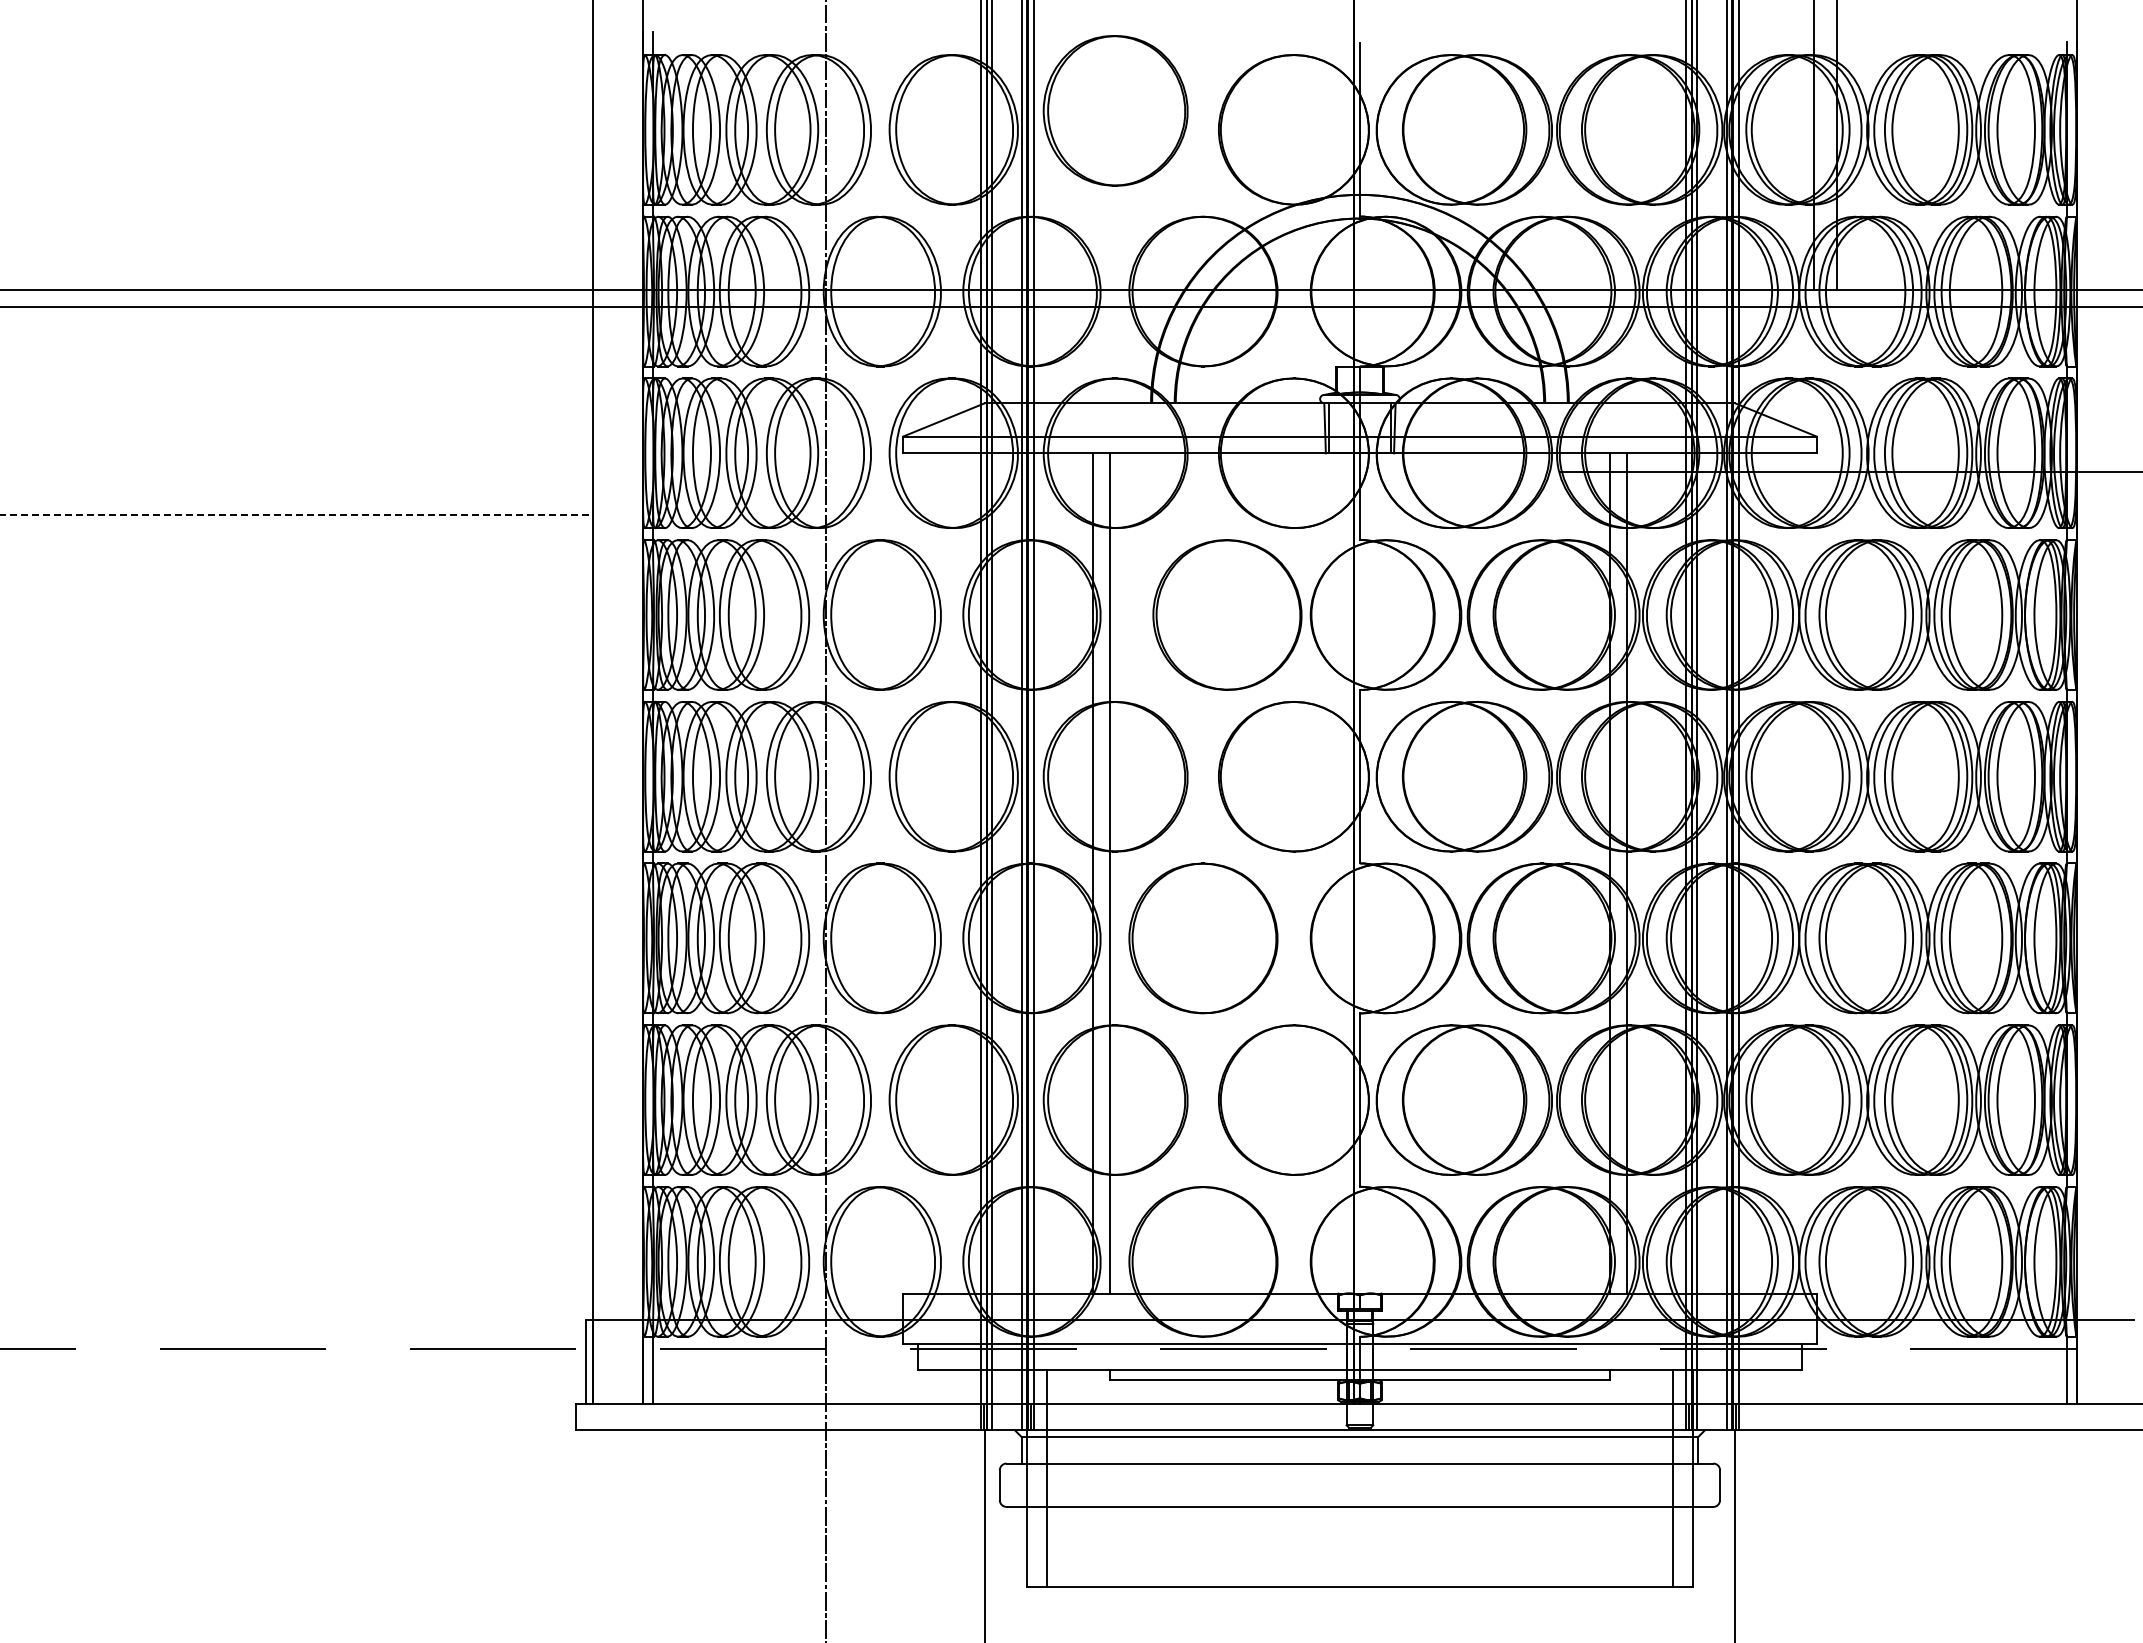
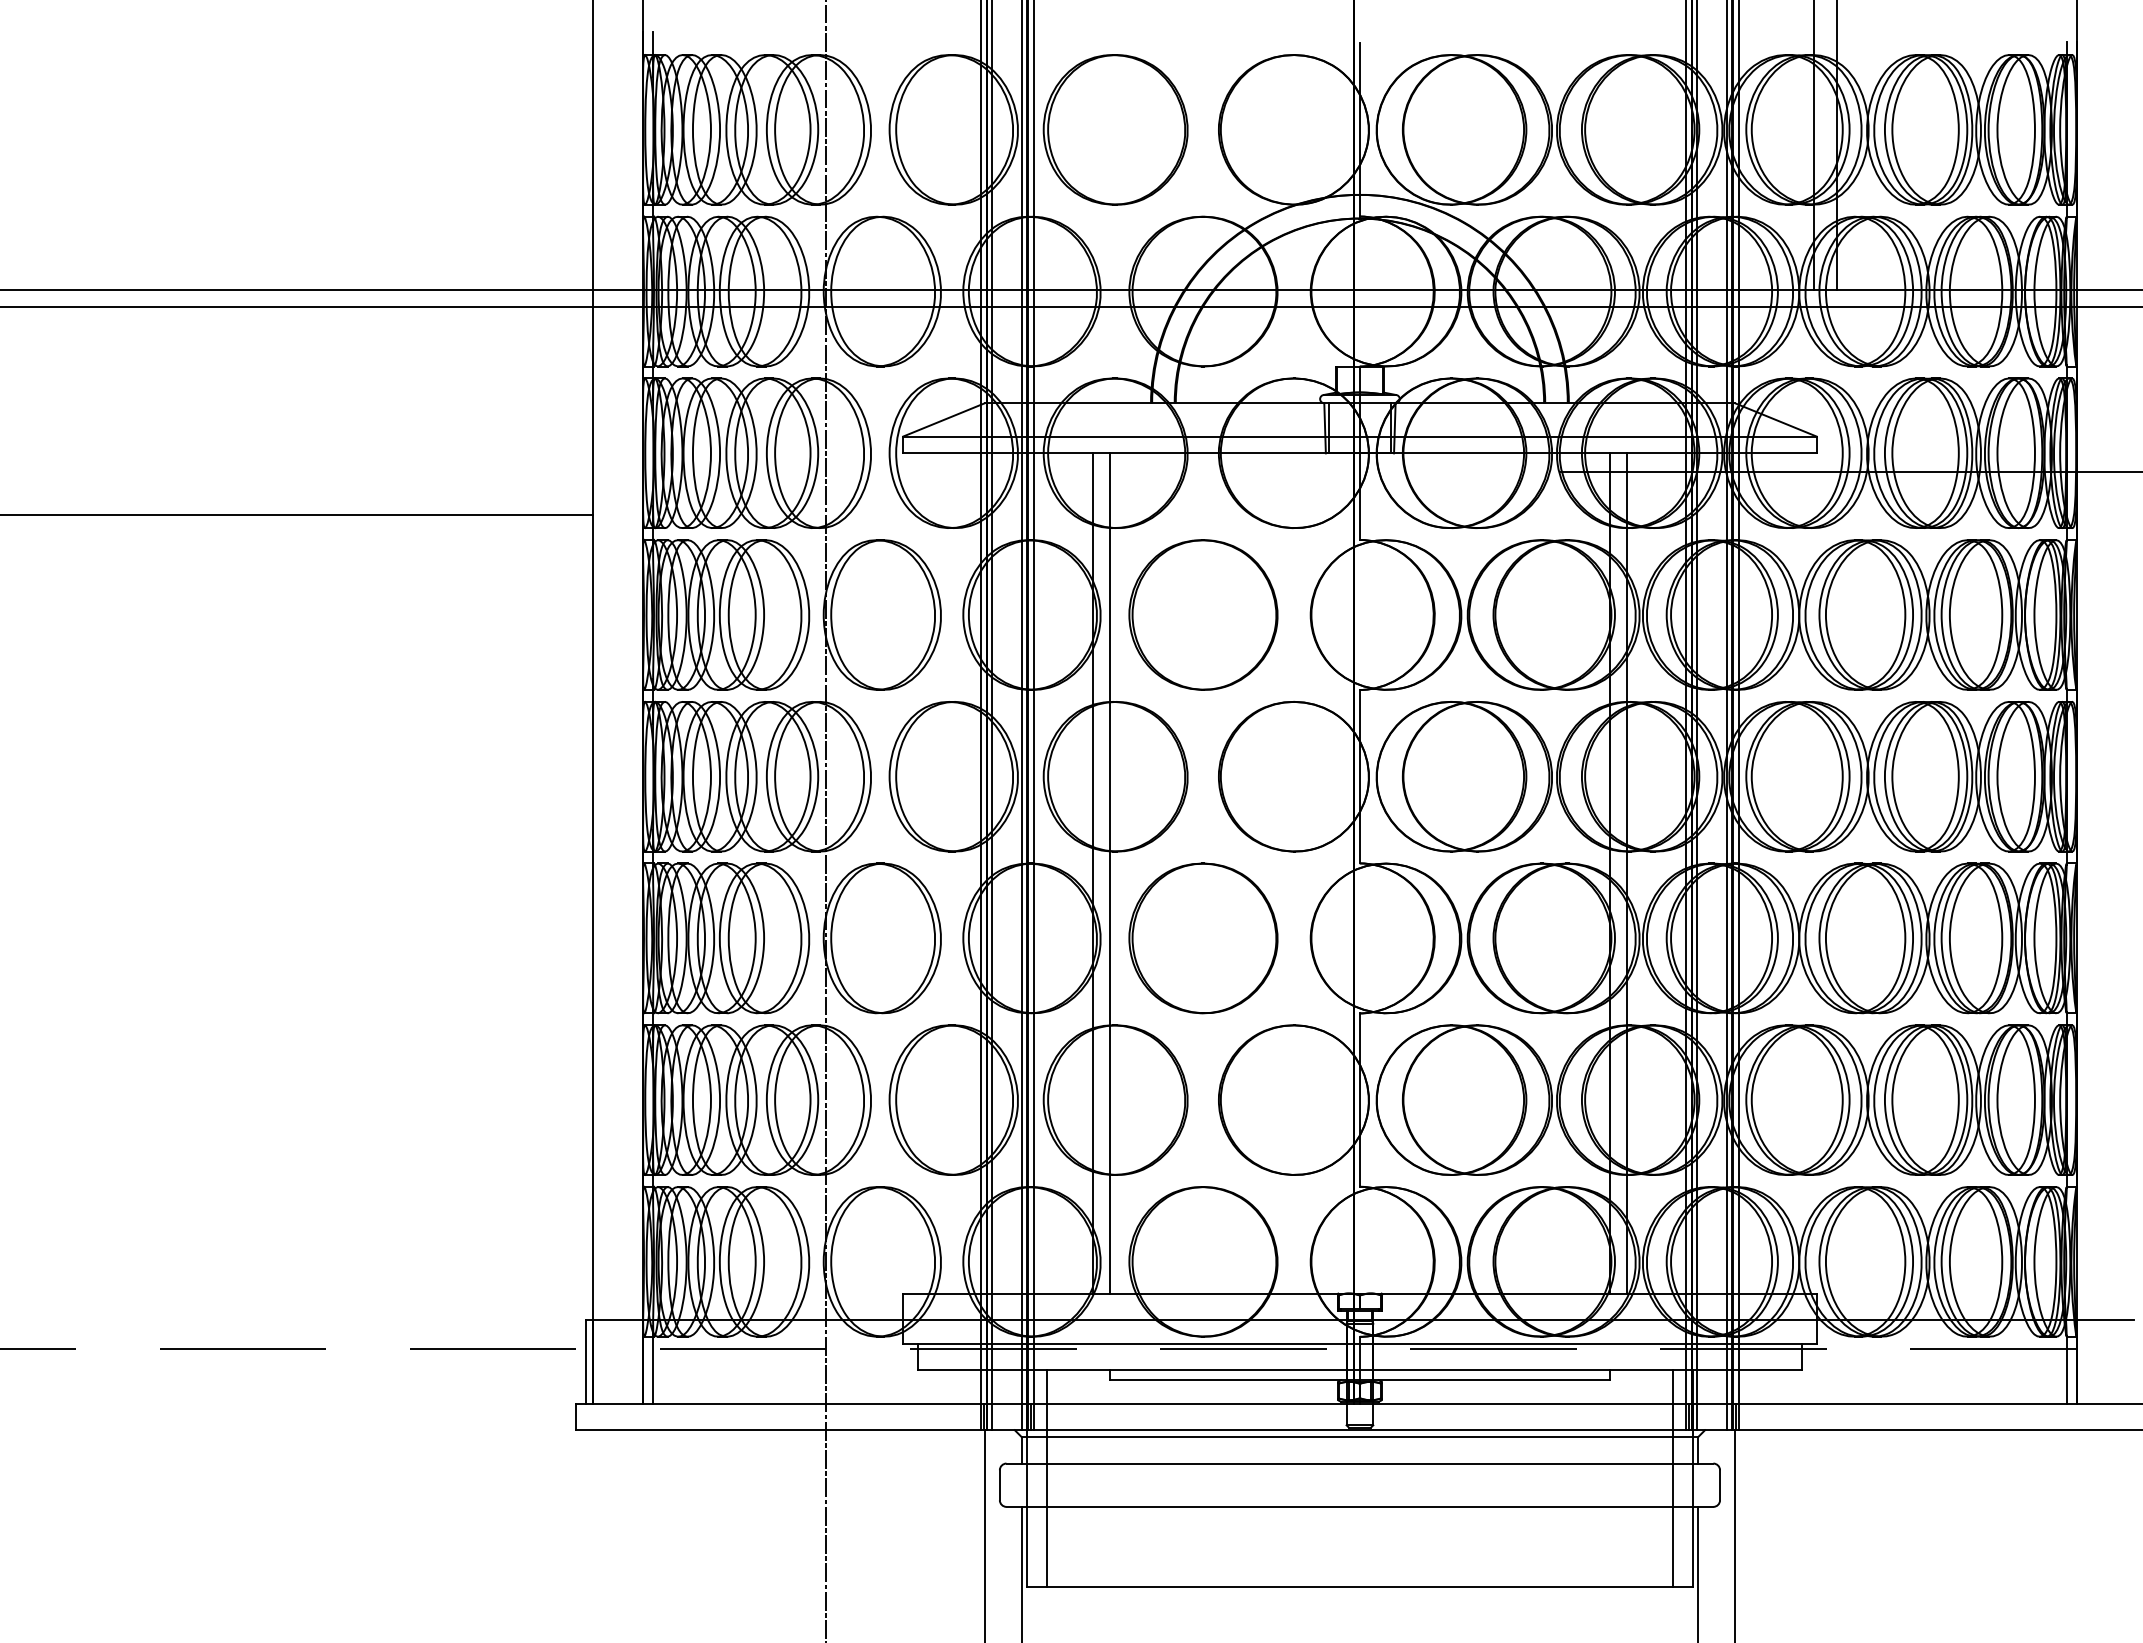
part at (1115, 110) position: (1115, 110) -> (1115, 129)
line at (297, 515): dashed -> solid
part at (1227, 614) position: (1227, 614) -> (1203, 614)
line at (1021, 1572): none -> present
line at (1698, 1572): none -> present
